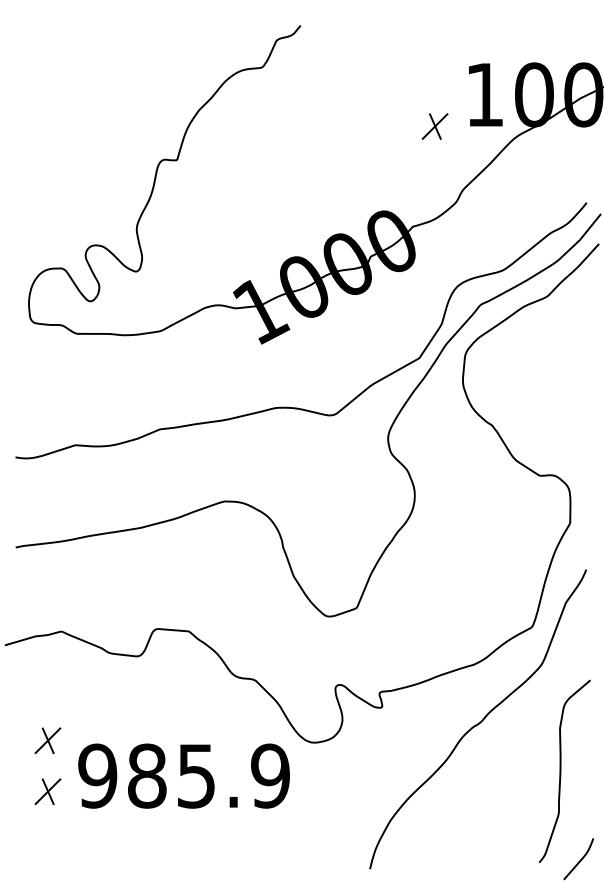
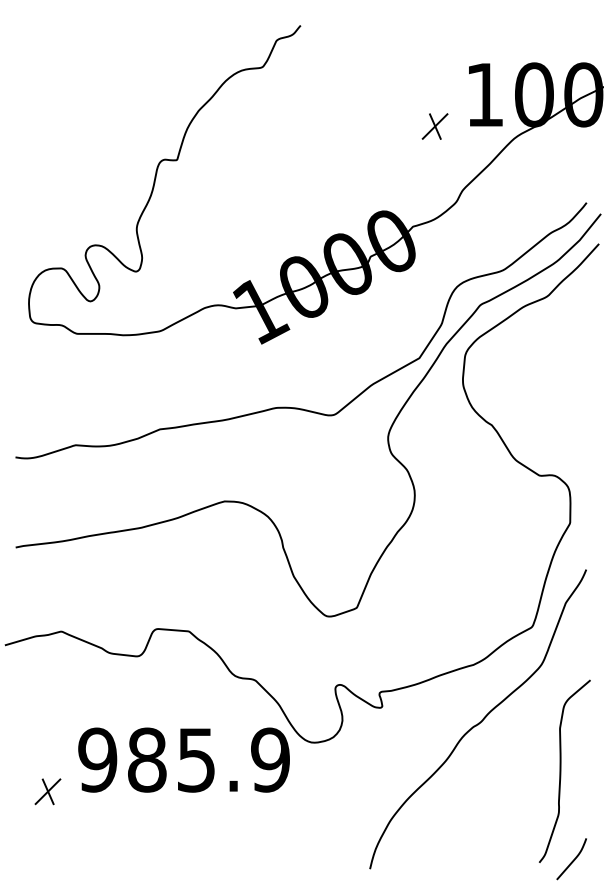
part at (47, 740): present -> none
text at (183, 775) position: (183, 775) -> (183, 759)
curve at (579, 860) position: (579, 860) -> (572, 860)
